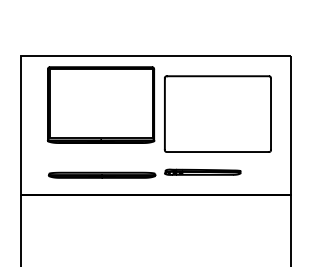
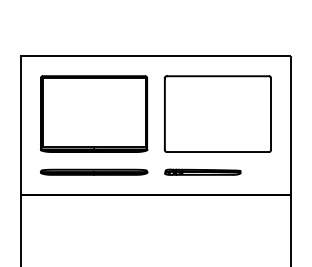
part at (101, 104) position: (101, 104) -> (94, 113)
part at (102, 174) position: (102, 174) -> (94, 171)
